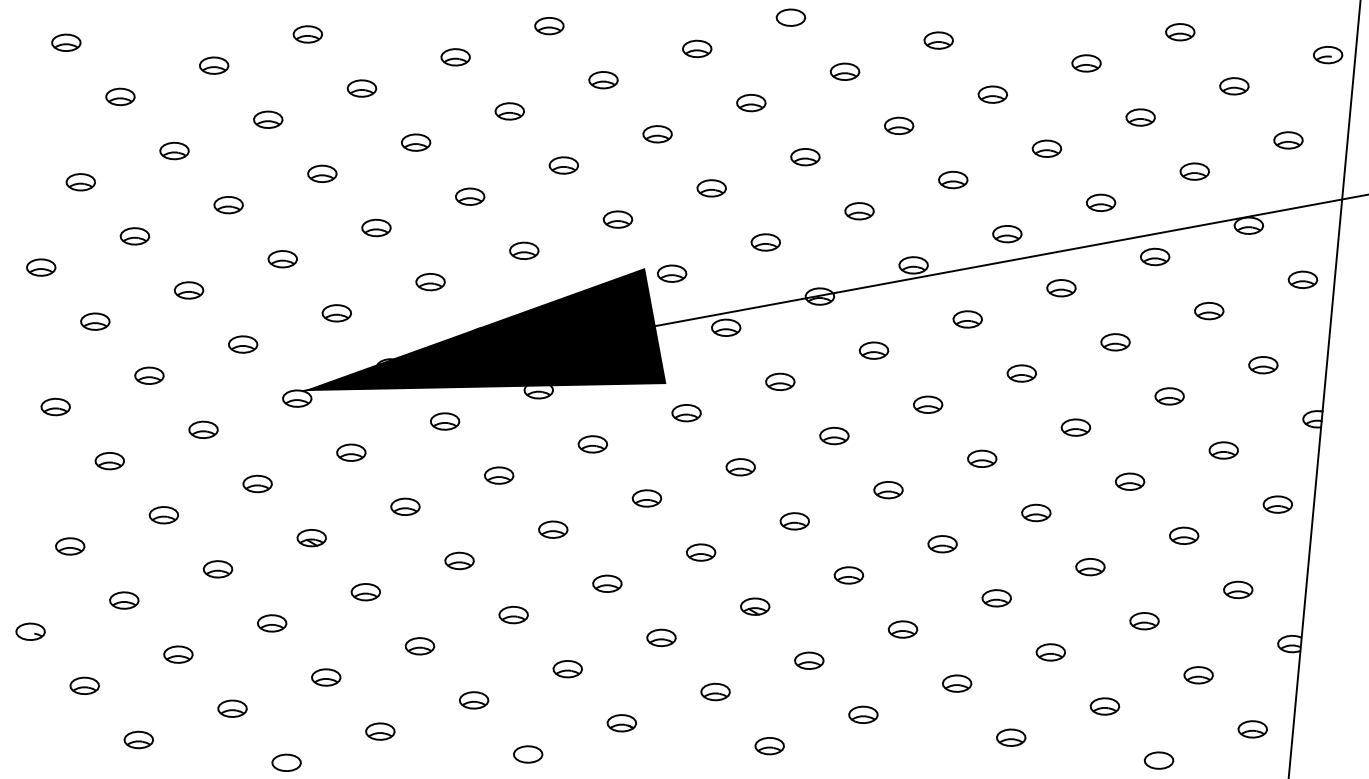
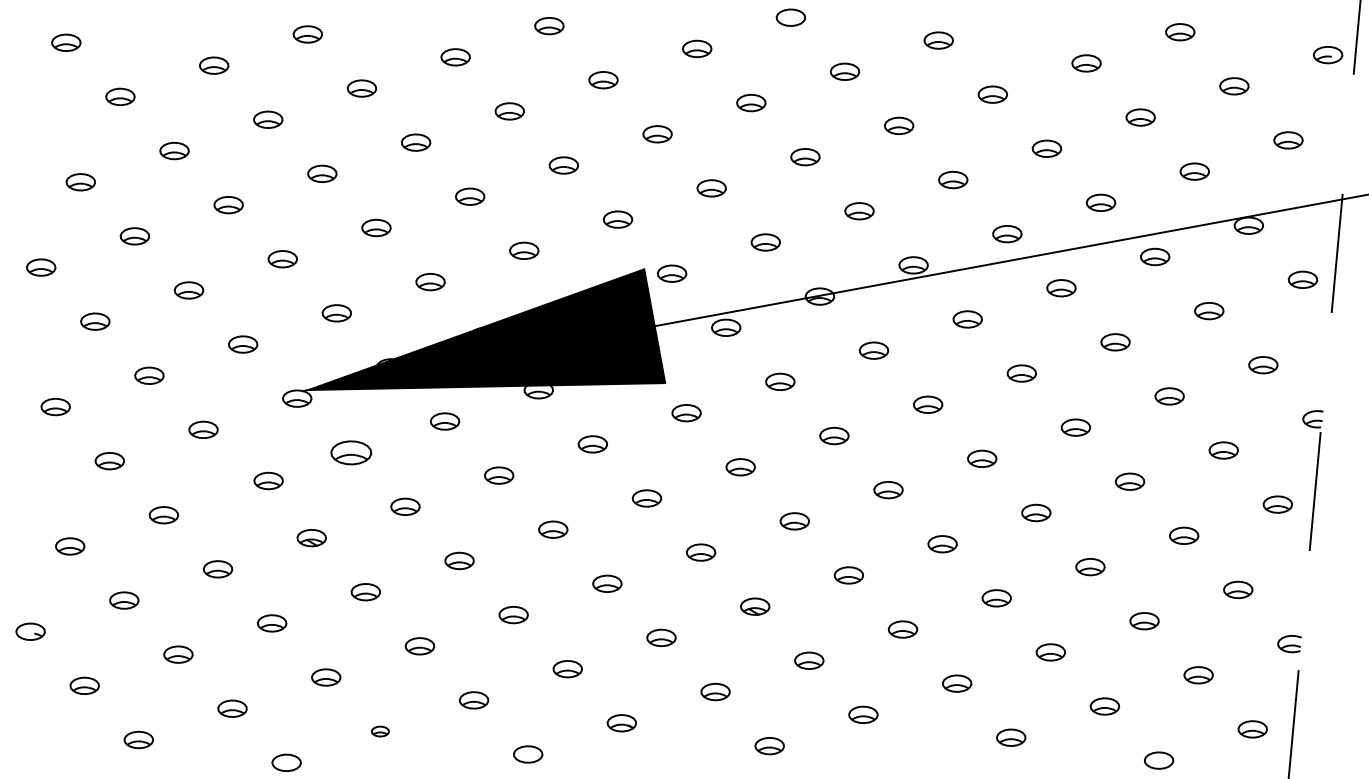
line at (1324, 389): solid -> dashed
part at (351, 452) size: 31x19 px -> 43x26 px
part at (257, 483) position: (257, 483) -> (268, 480)
part at (380, 731) size: 31x19 px -> 19x13 px
